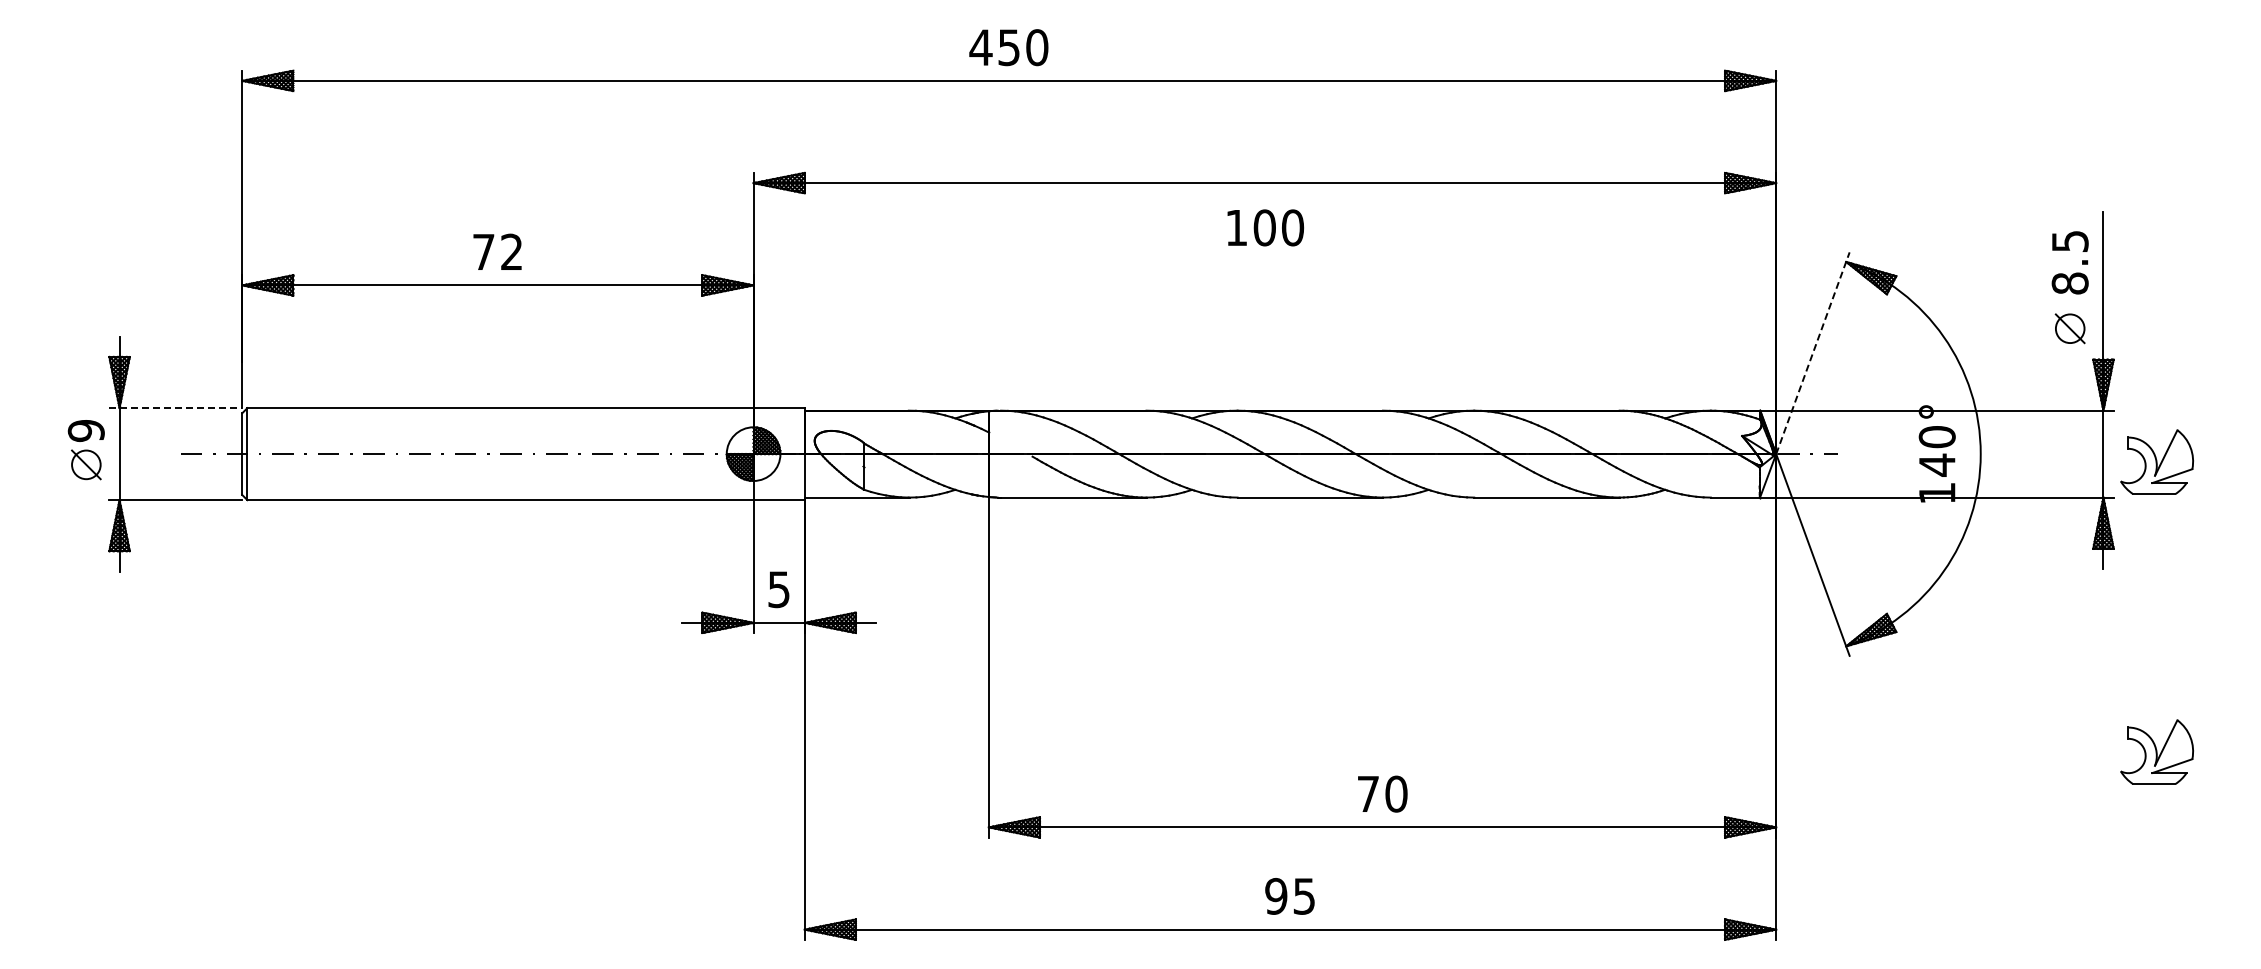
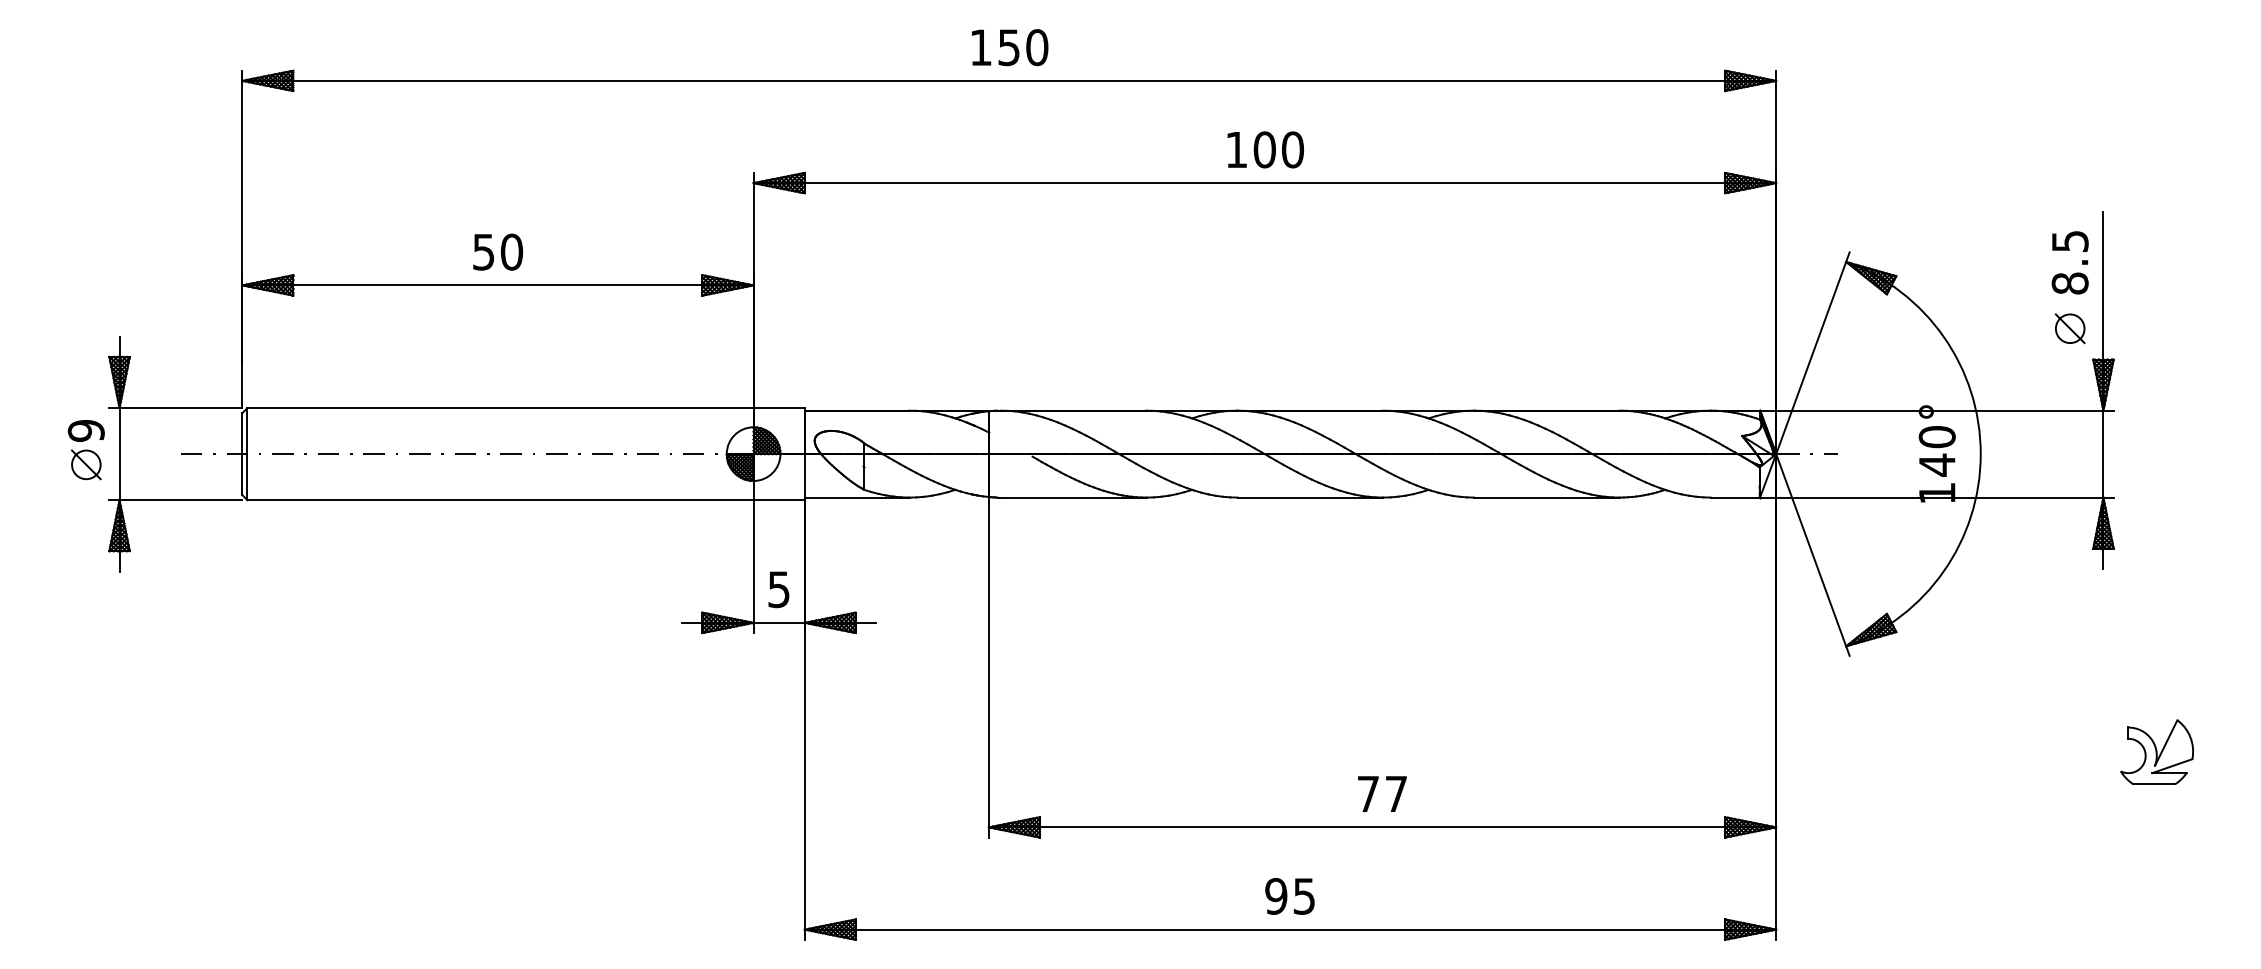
text at (980, 47): 450 -> 150
text at (1265, 227) position: (1265, 227) -> (1265, 149)
text at (498, 251): 72 -> 50
line at (1813, 352): dashed -> solid
line at (176, 408): dashed -> solid
part at (2156, 461): present -> none
text at (1396, 793): 70 -> 77
